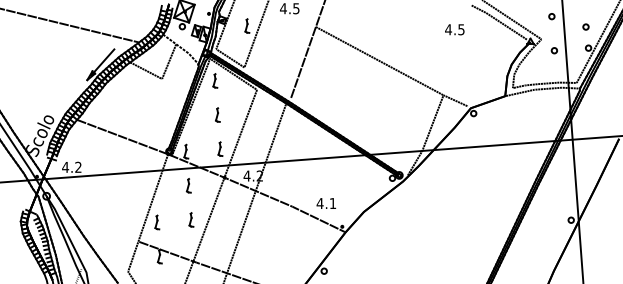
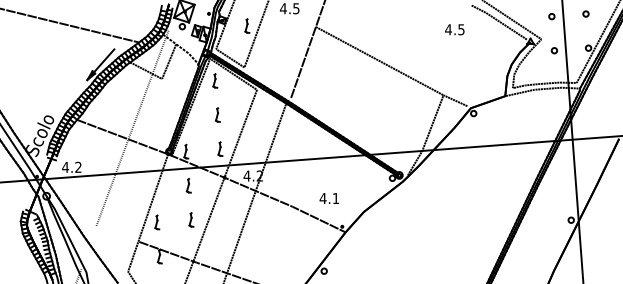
part at (585, 26) position: (585, 26) -> (585, 13)
line at (132, 127): none -> present
text at (325, 203) position: (325, 203) -> (328, 198)
